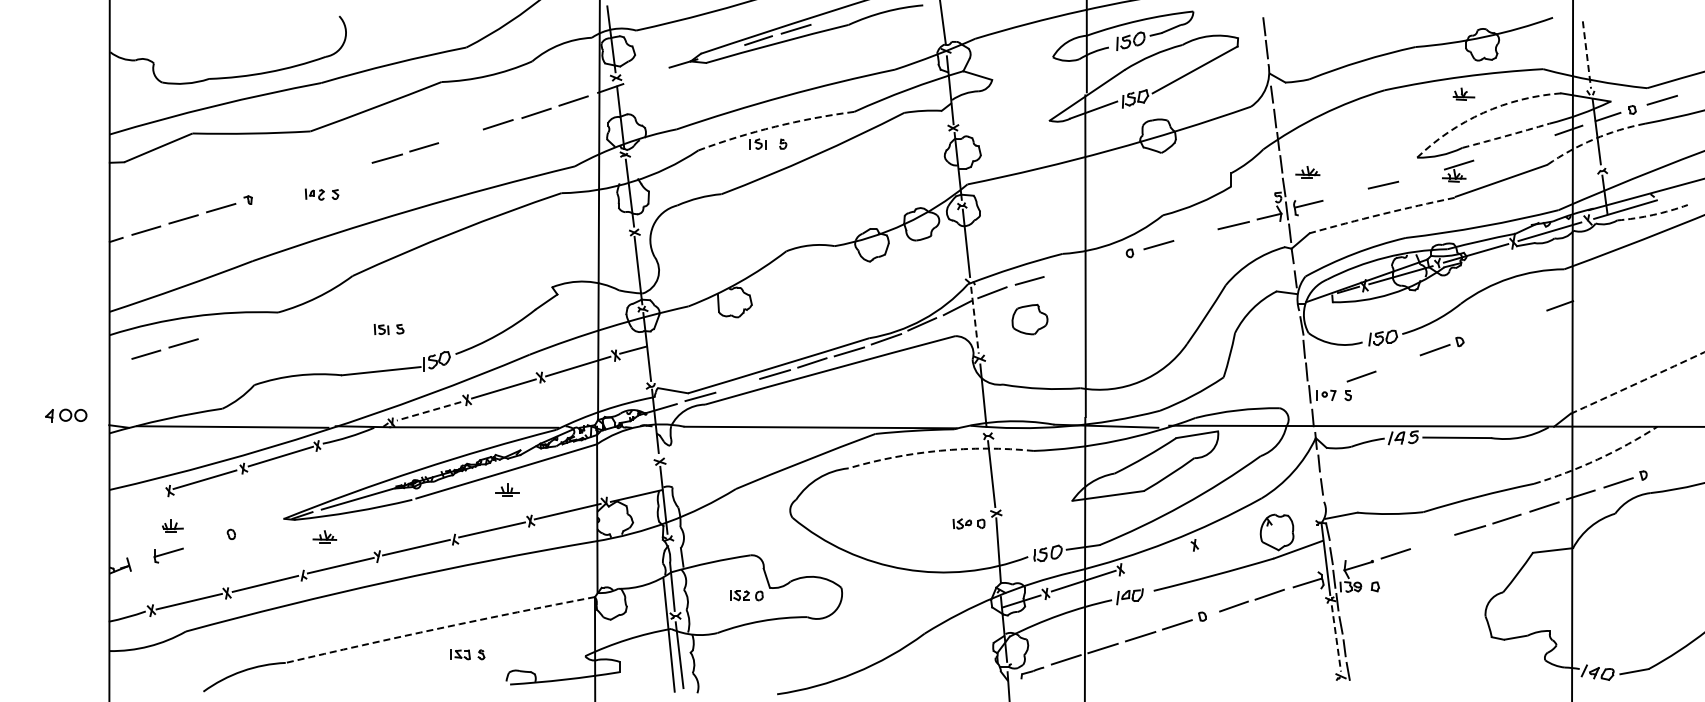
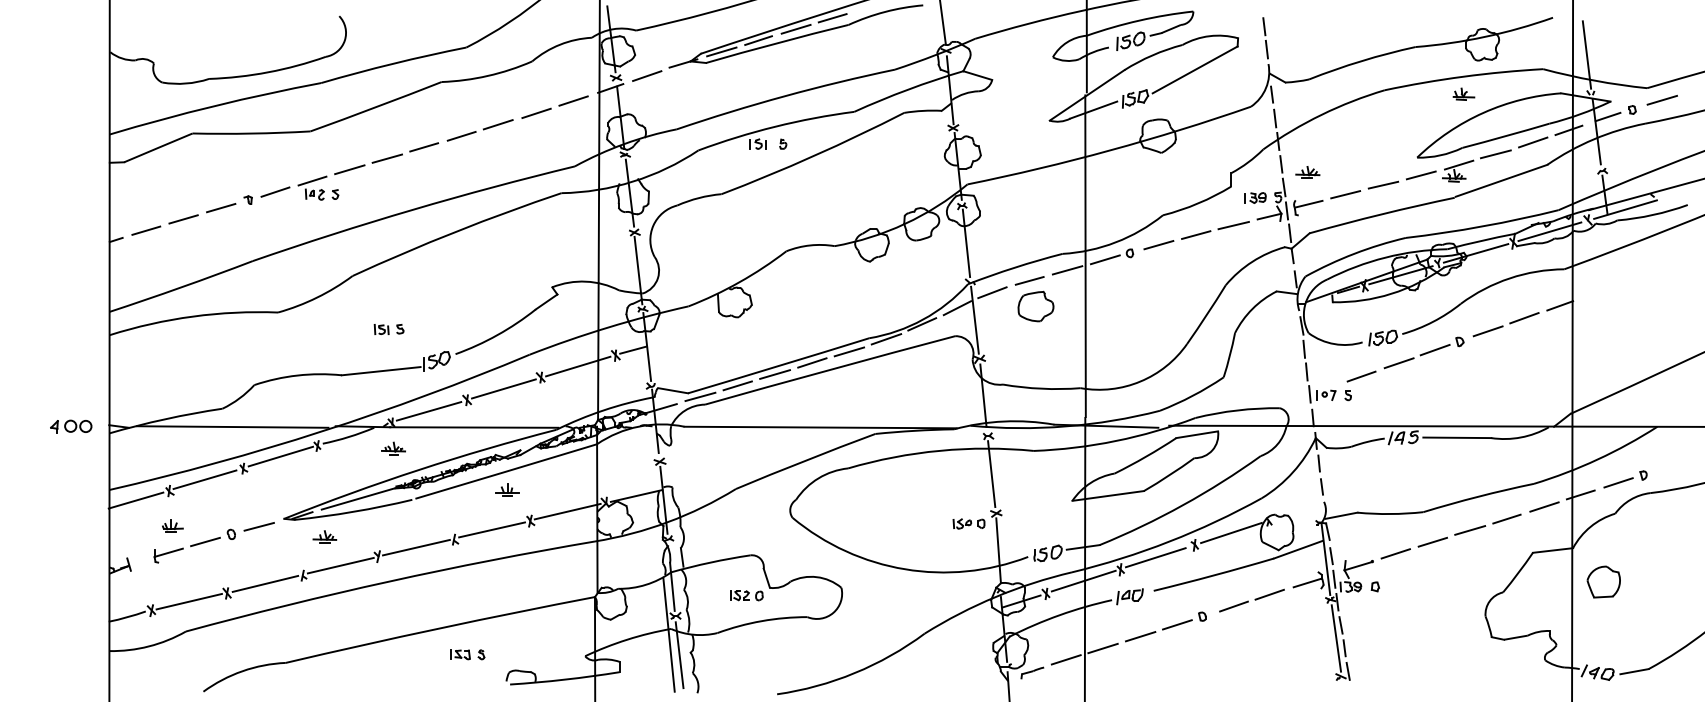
line at (832, 18): none -> present
line at (721, 51): none -> present
line at (1586, 55): dashed -> solid
line at (647, 76): none -> present
arc at (1483, 112): dashed -> solid
arc at (775, 126): dashed -> solid
line at (461, 135): none -> present
arc at (1506, 136): dashed -> solid
arc at (1594, 139): dashed -> solid
line at (1533, 142): none -> present
line at (1495, 154): none -> present
line at (349, 169): none -> present
line at (1420, 175): none -> present
line at (312, 180): none -> present
line at (275, 191): none -> present
line at (1345, 194): none -> present
part at (1255, 197): none -> present
arc at (1381, 214): dashed -> solid
arc at (1653, 215): dashed -> solid
line at (1196, 234): none -> present
line at (1104, 259): none -> present
line at (1067, 270): none -> present
line at (1524, 318): none -> present
part at (1029, 319) position: (1029, 319) -> (1035, 306)
line at (974, 320): dashed -> solid
line at (1487, 331): none -> present
line at (161, 350): present -> none
line at (1398, 363): none -> present
arc at (1638, 382): dashed -> solid
line at (737, 385): none -> present
line at (428, 411): dashed -> solid
part at (66, 415) position: (66, 415) -> (71, 426)
part at (393, 448): none -> present
arc at (940, 450): dashed -> solid
arc at (1597, 459): dashed -> solid
line at (135, 500): none -> present
line at (258, 526): none -> present
line at (1231, 532): none -> present
line at (205, 541): none -> present
line at (1432, 541): none -> present
line at (1155, 557): none -> present
part at (1603, 581): none -> present
arc at (440, 628): dashed -> solid
line at (1336, 638): dashed -> solid
